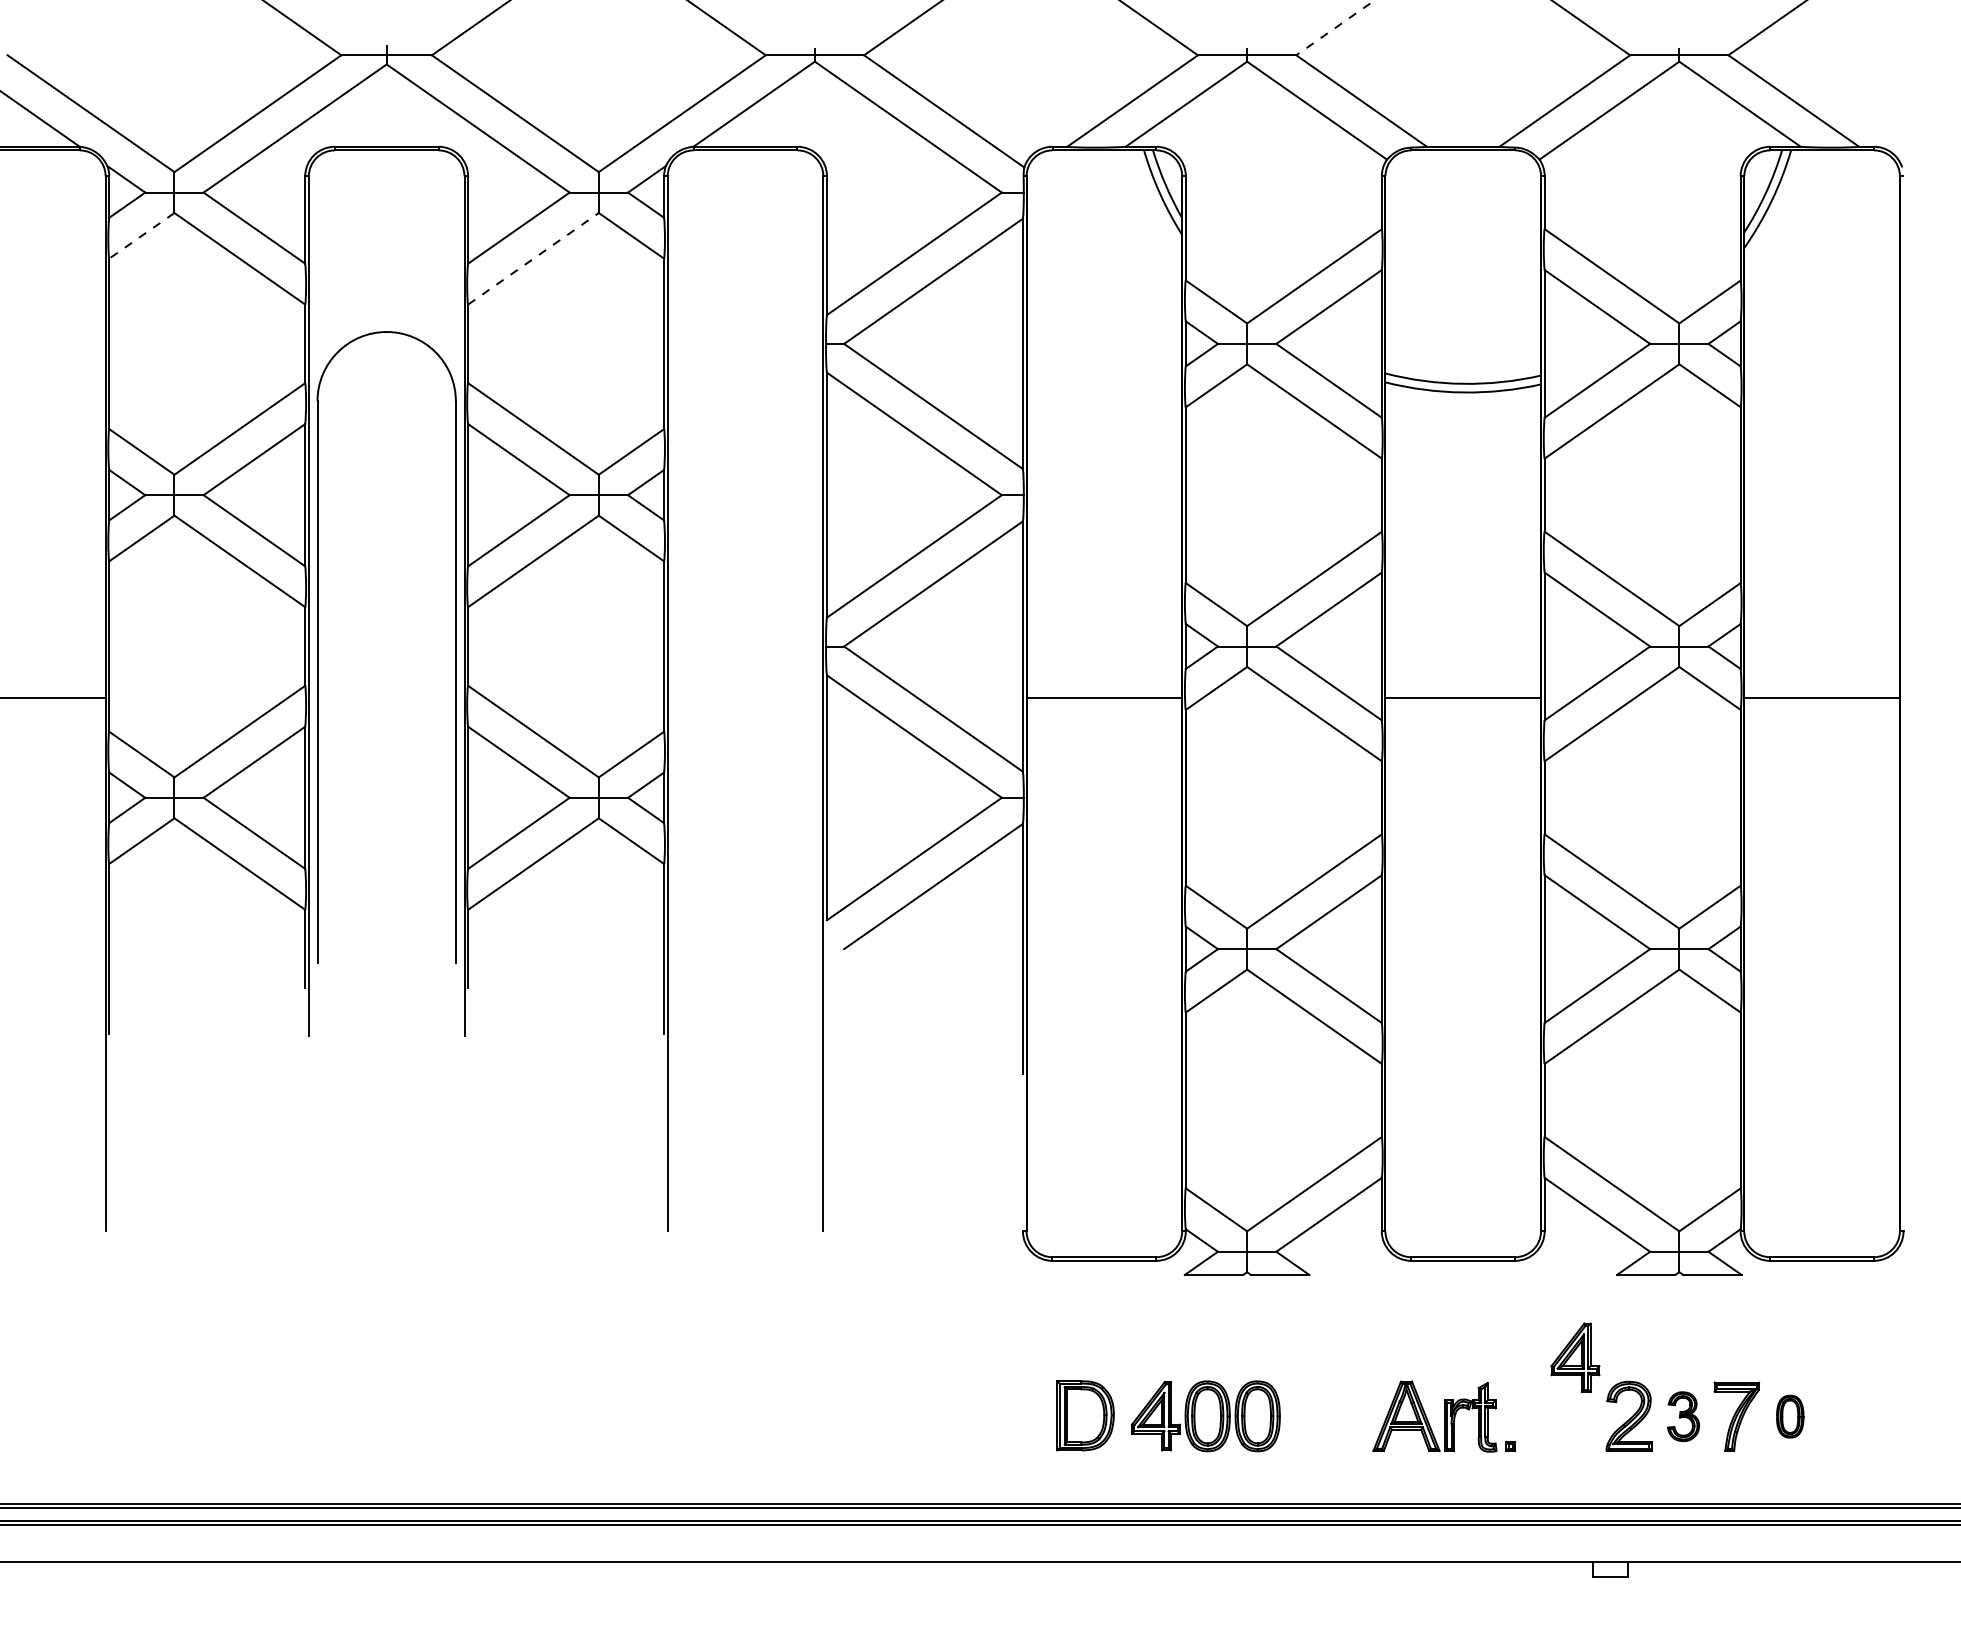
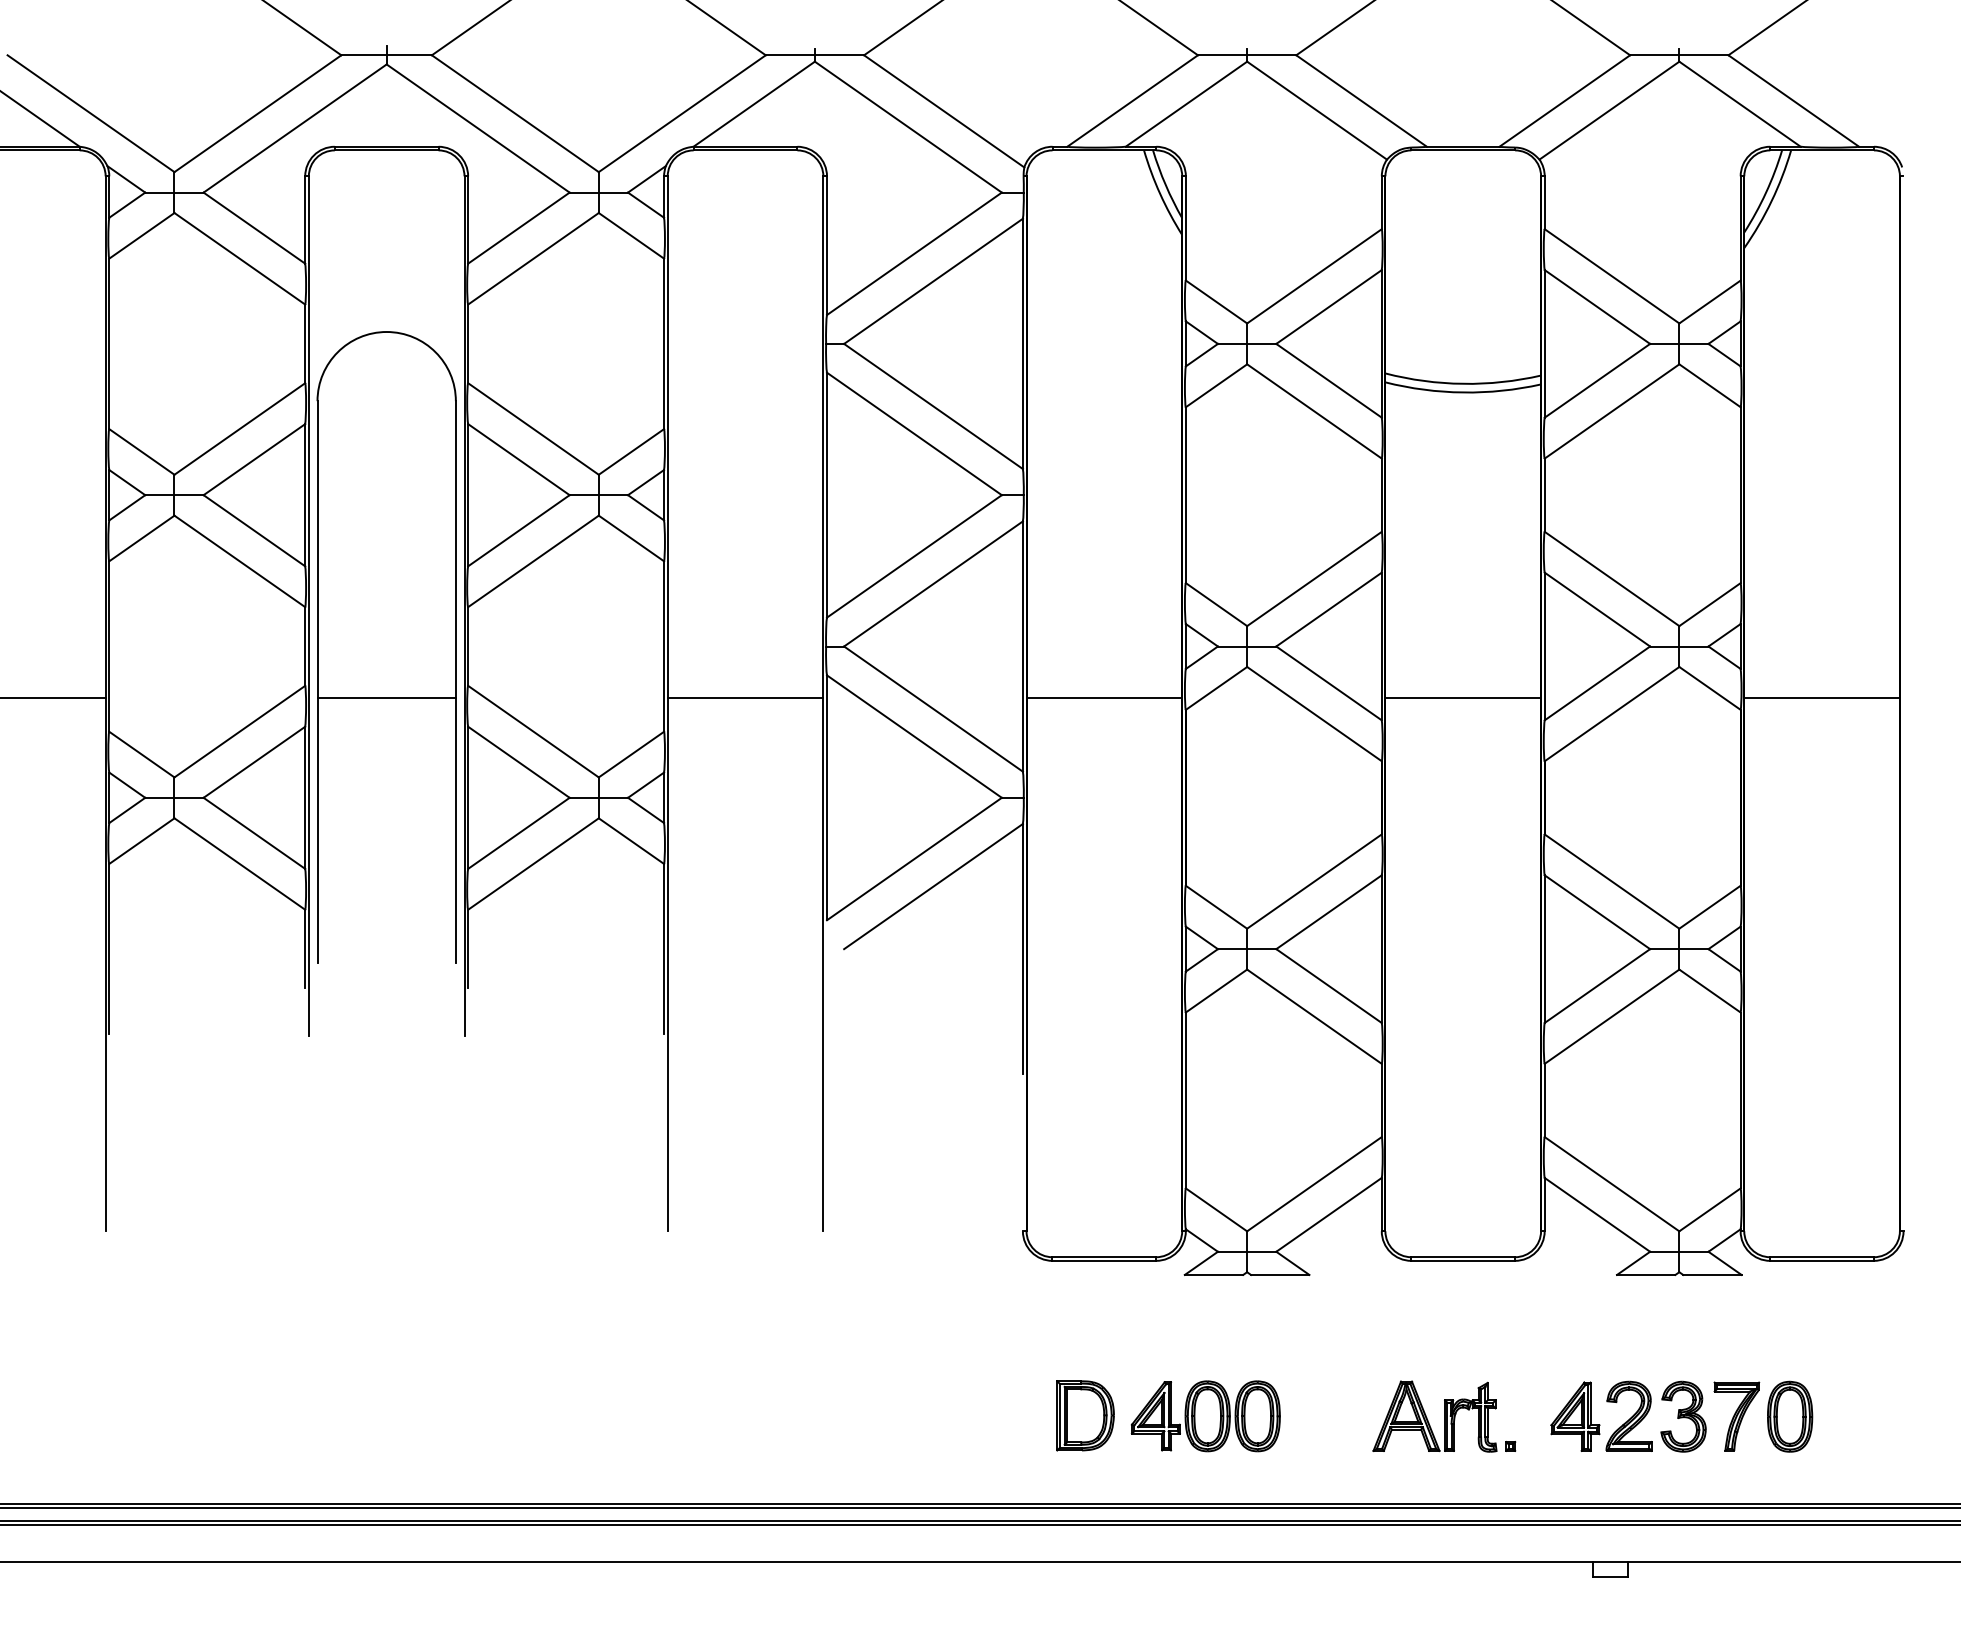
line at (1335, 27): dashed -> solid
line at (141, 235): dashed -> solid
line at (533, 258): dashed -> solid
line at (386, 697): none -> present
line at (745, 697): none -> present
part at (1575, 1357) position: (1575, 1357) -> (1575, 1416)
part at (1683, 1416) size: 33x52 px -> 47x73 px
part at (1790, 1416) size: 29x45 px -> 47x73 px
